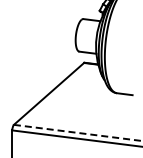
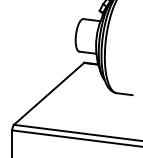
line at (78, 132): dashed -> solid
